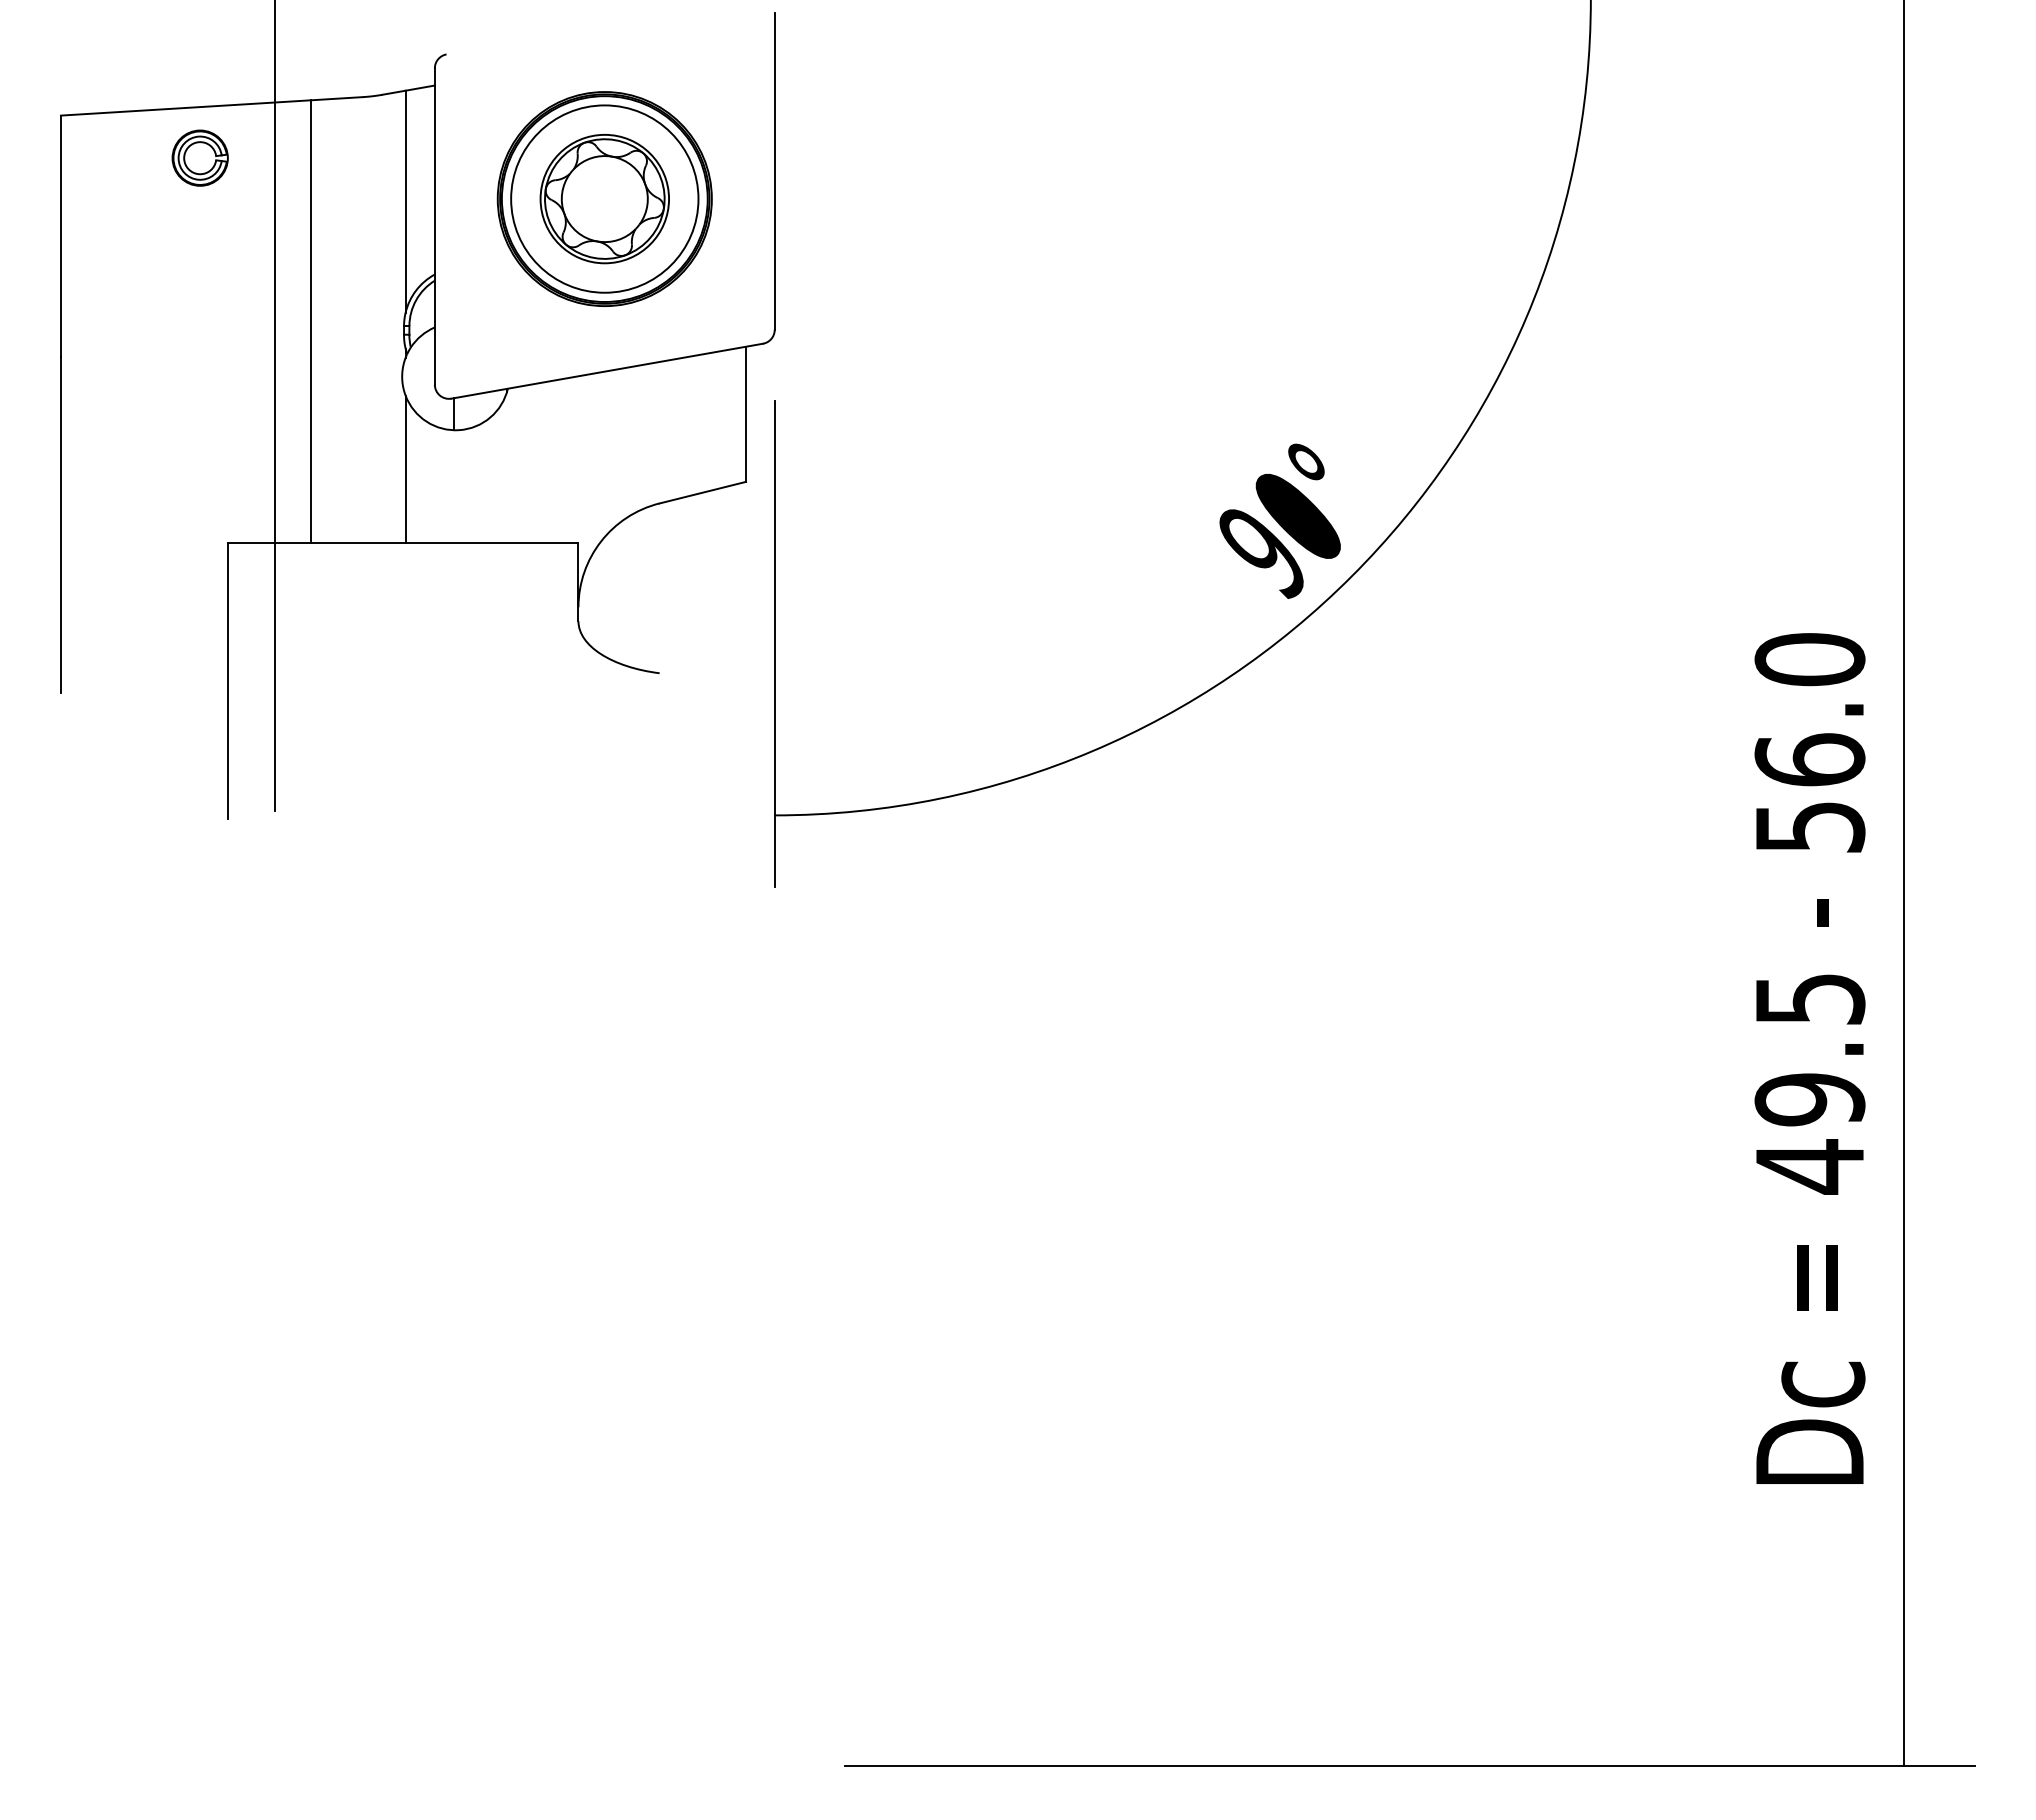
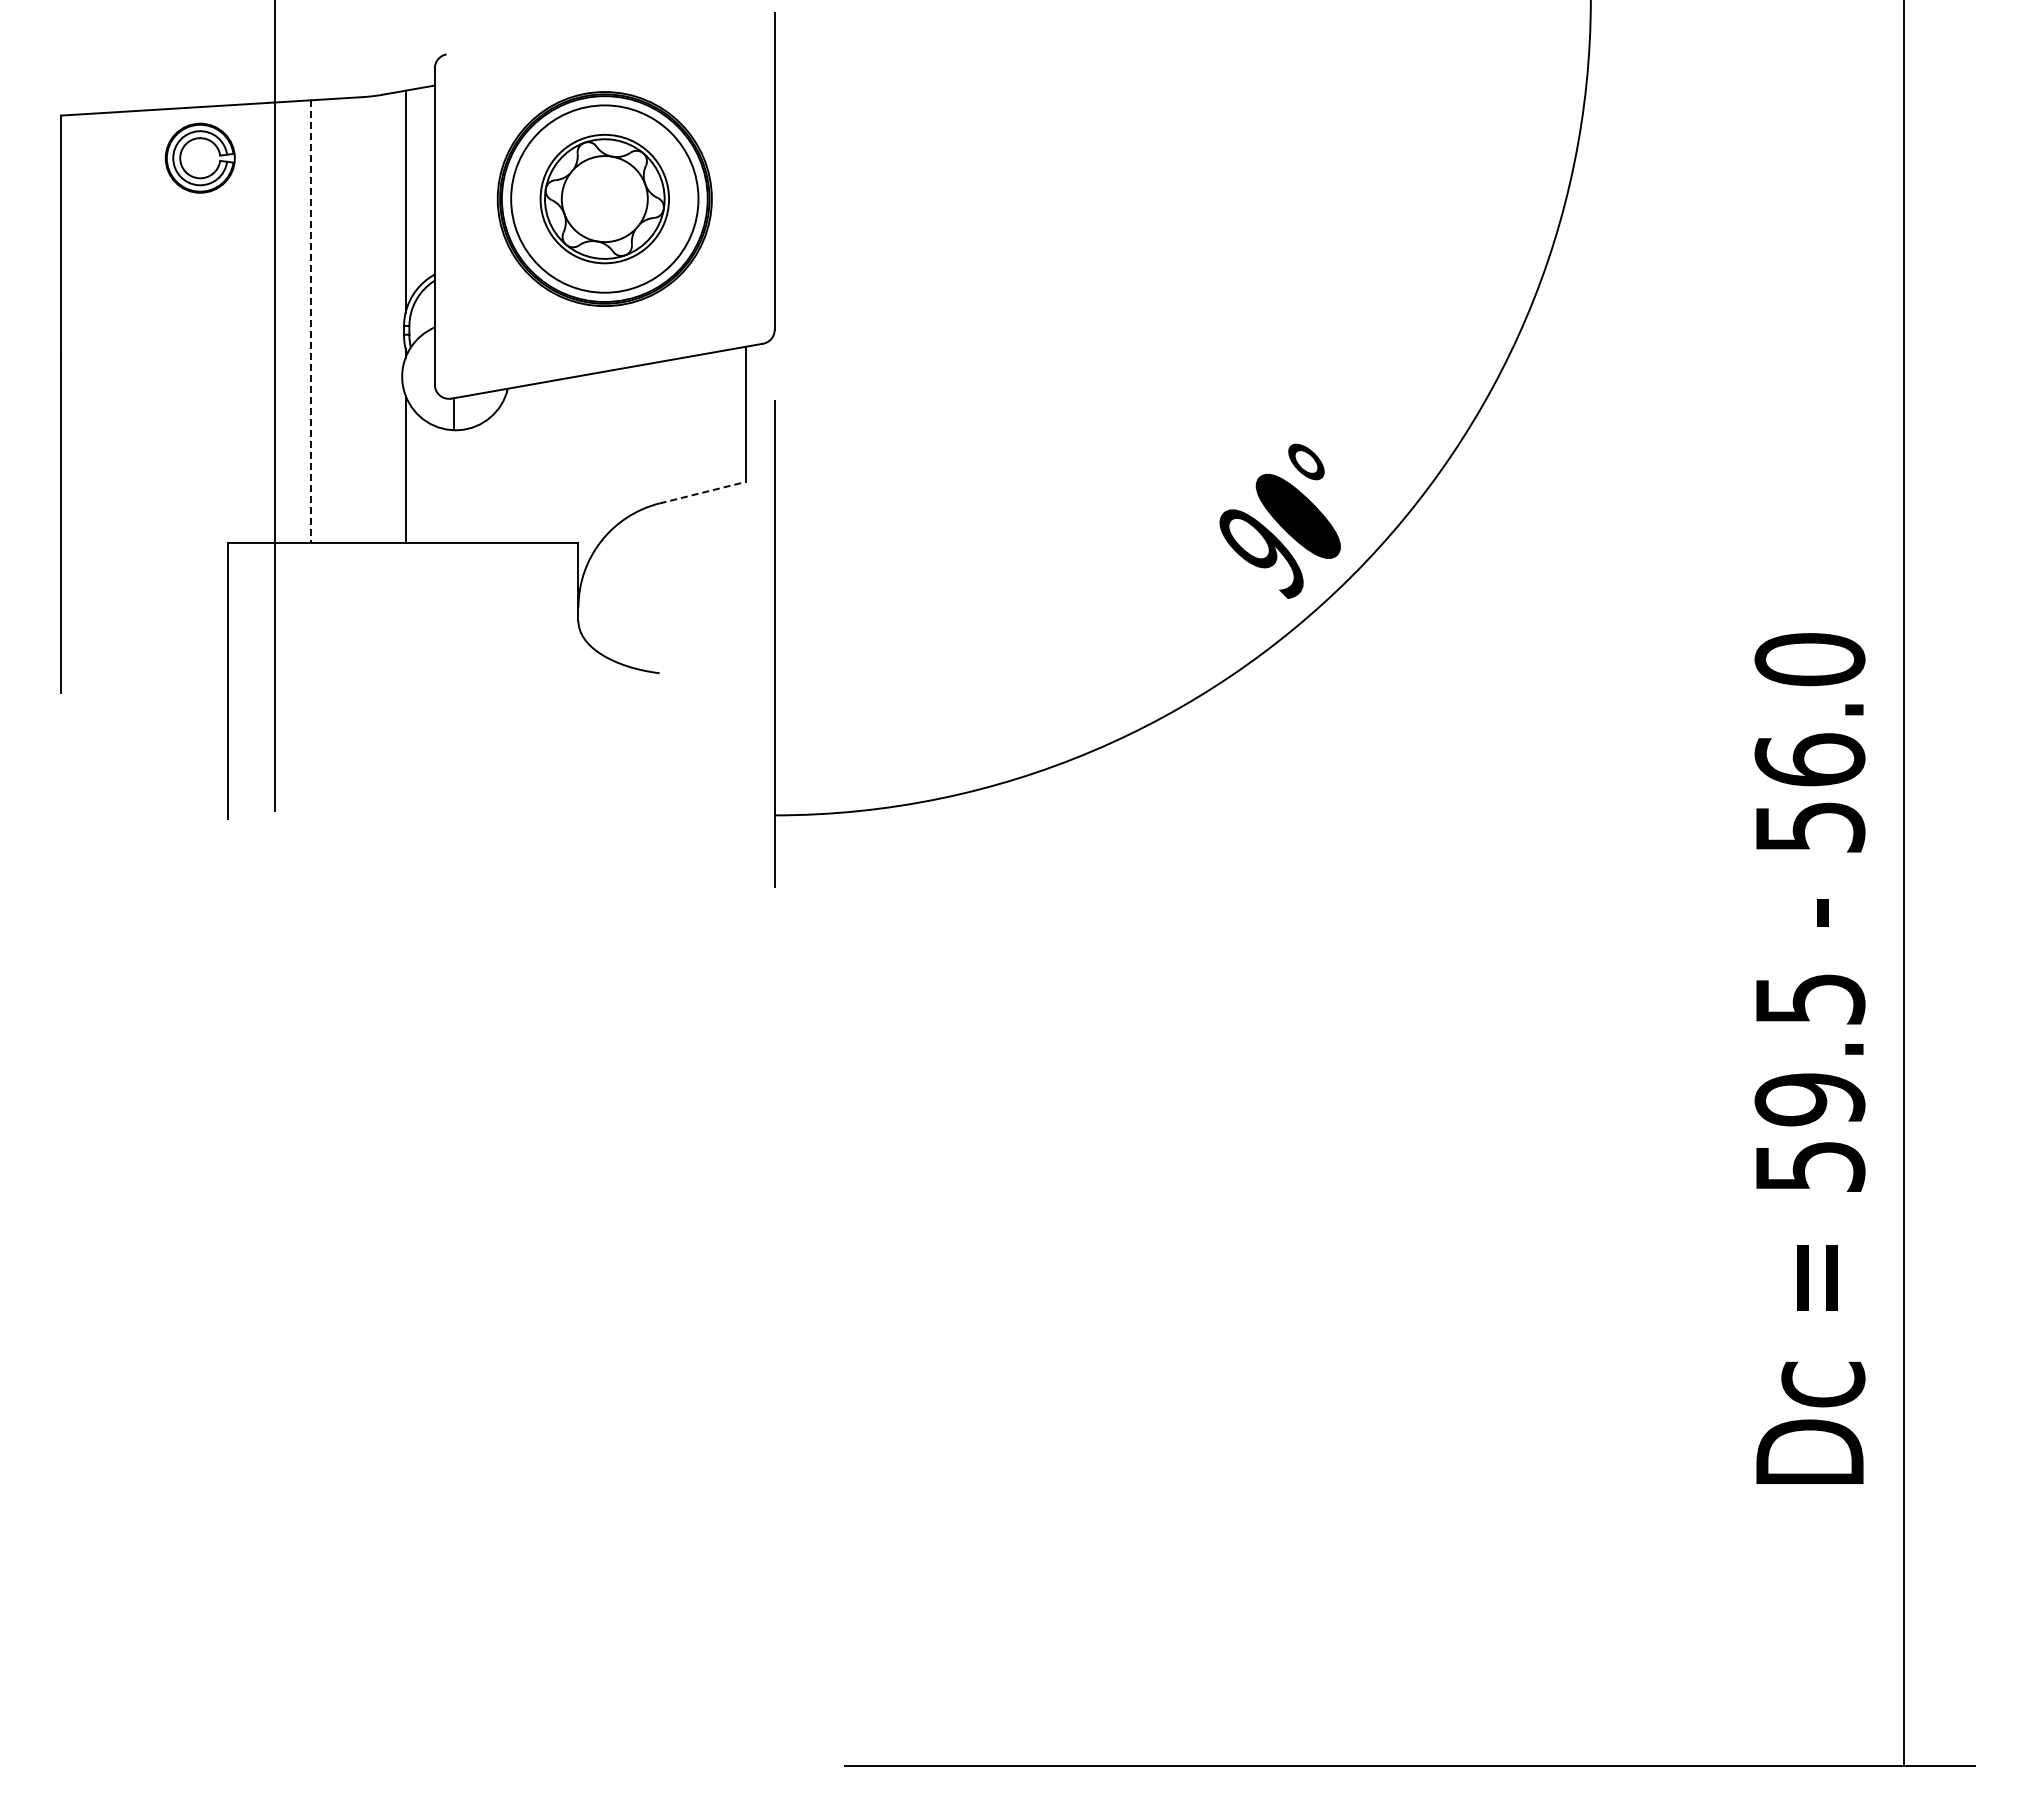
part at (199, 157) size: 58x58 px -> 72x72 px
line at (310, 322): solid -> dashed
line at (702, 492): solid -> dashed
text at (1810, 1166): 49.5 -> 59.5
